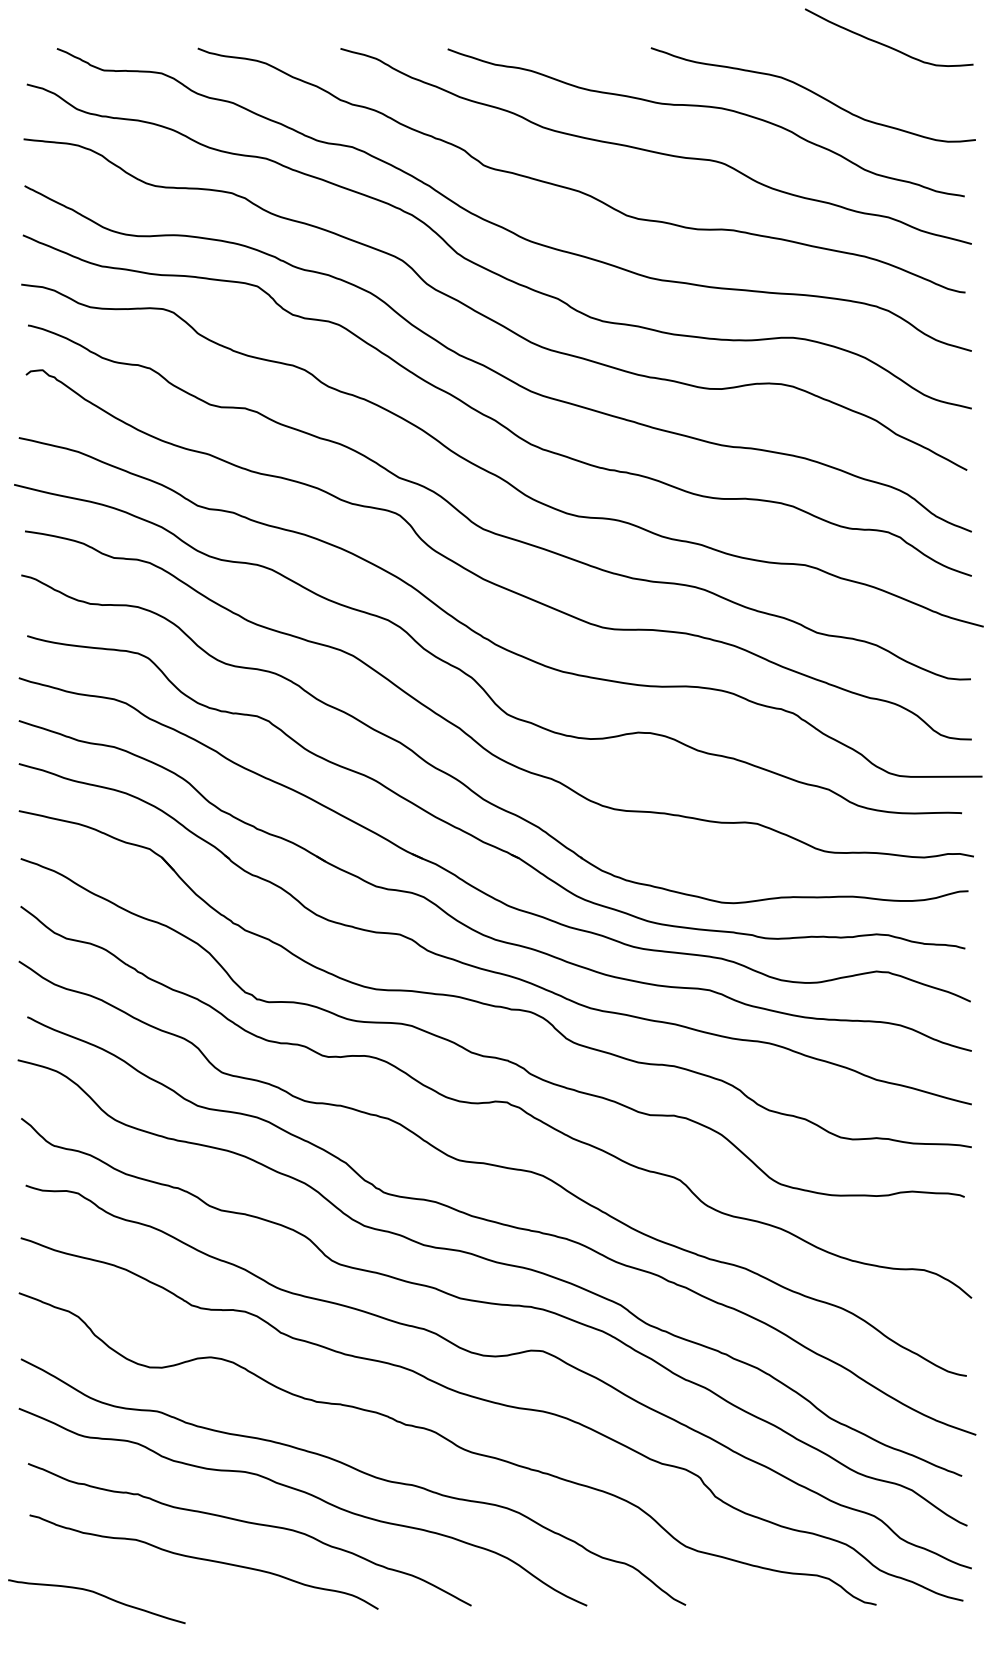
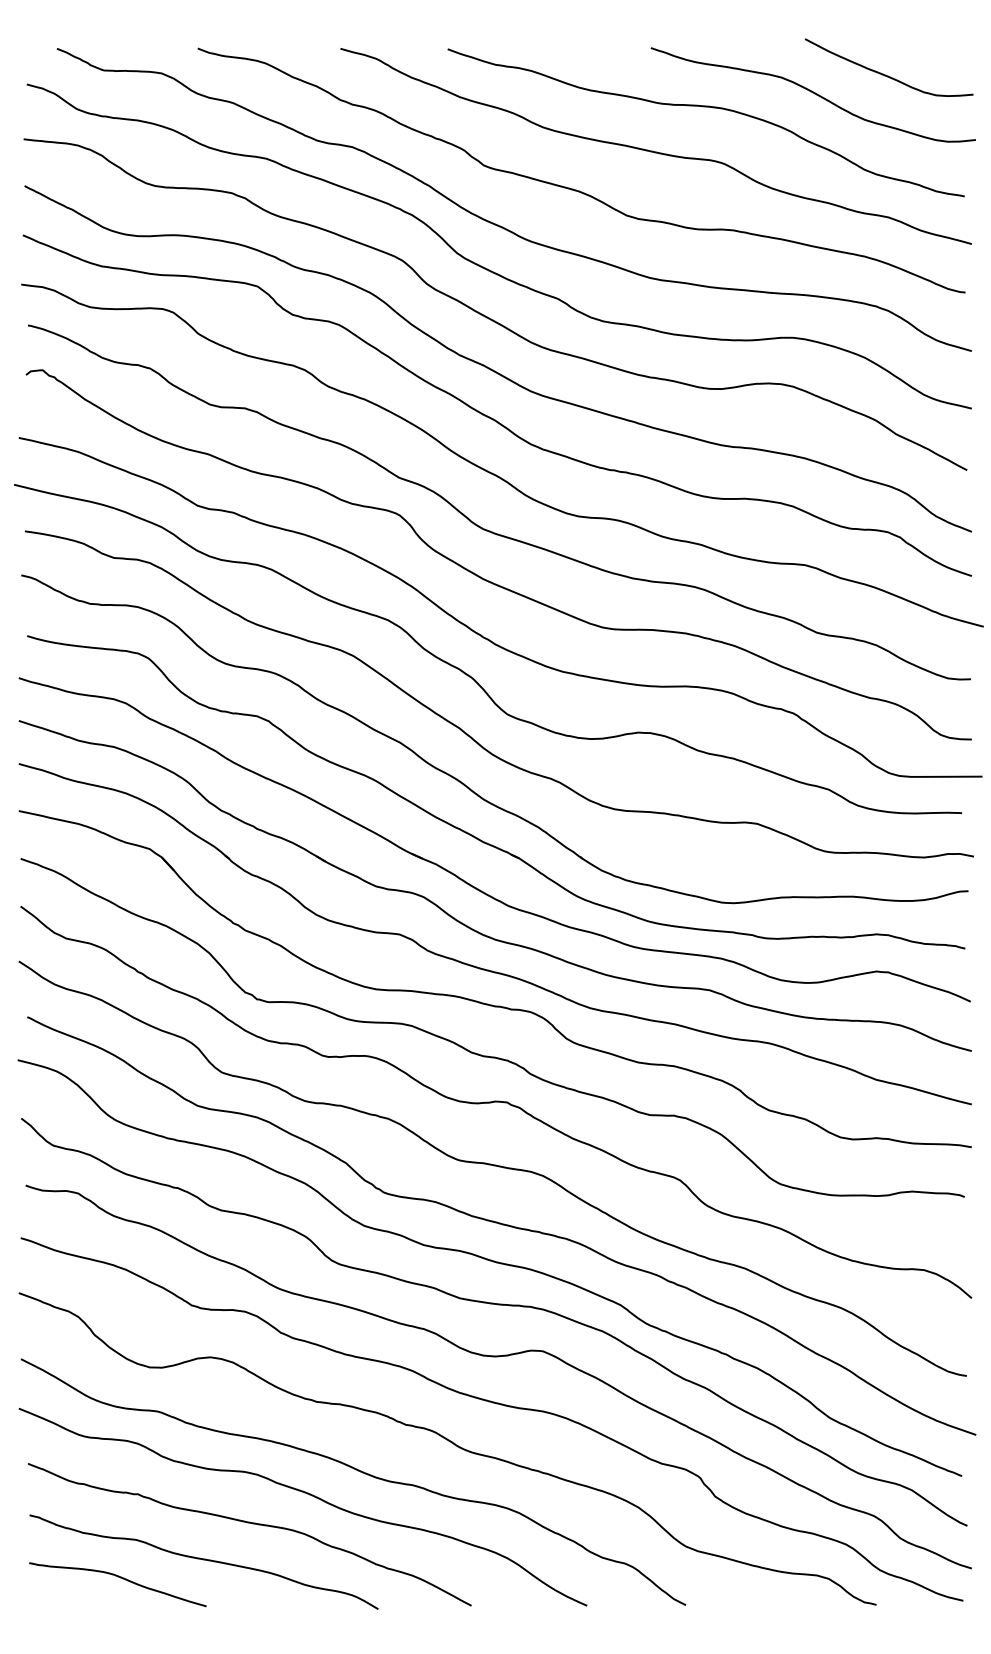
curve at (885, 44) position: (885, 44) -> (885, 74)
curve at (99, 1595) position: (99, 1595) -> (120, 1578)
